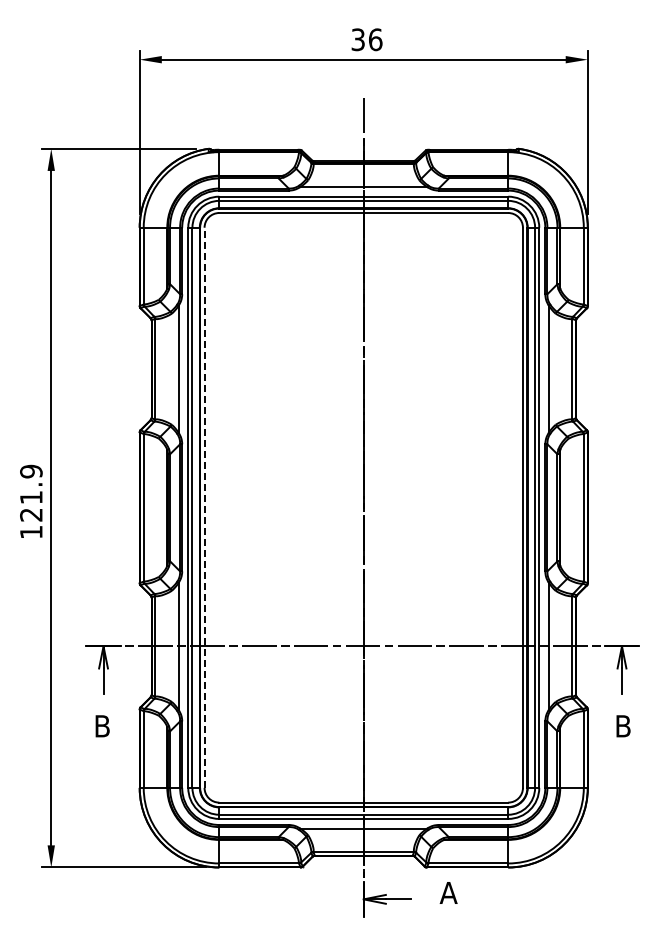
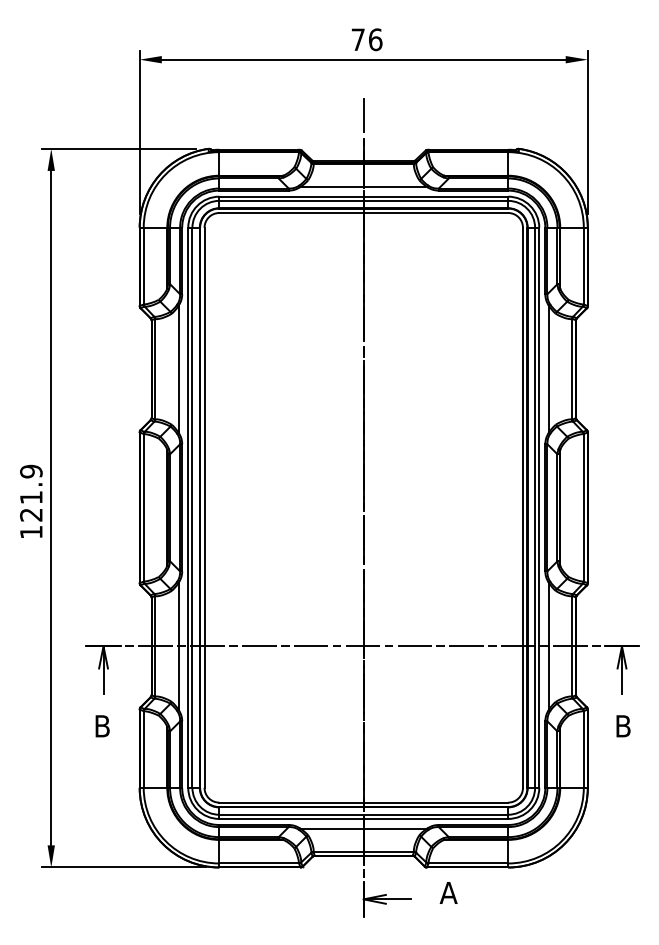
text at (357, 39): 36 -> 76
line at (204, 507): dashed -> solid
